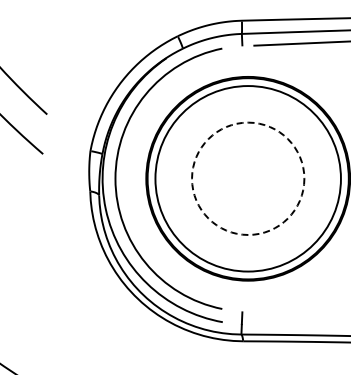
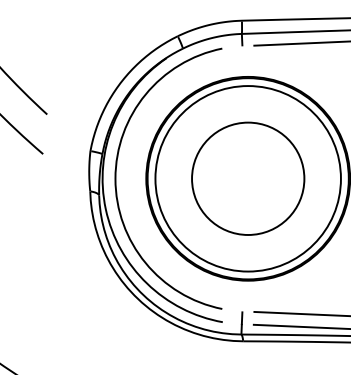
circle at (248, 178): dashed -> solid
line at (300, 313): none -> present
line at (300, 326): none -> present
